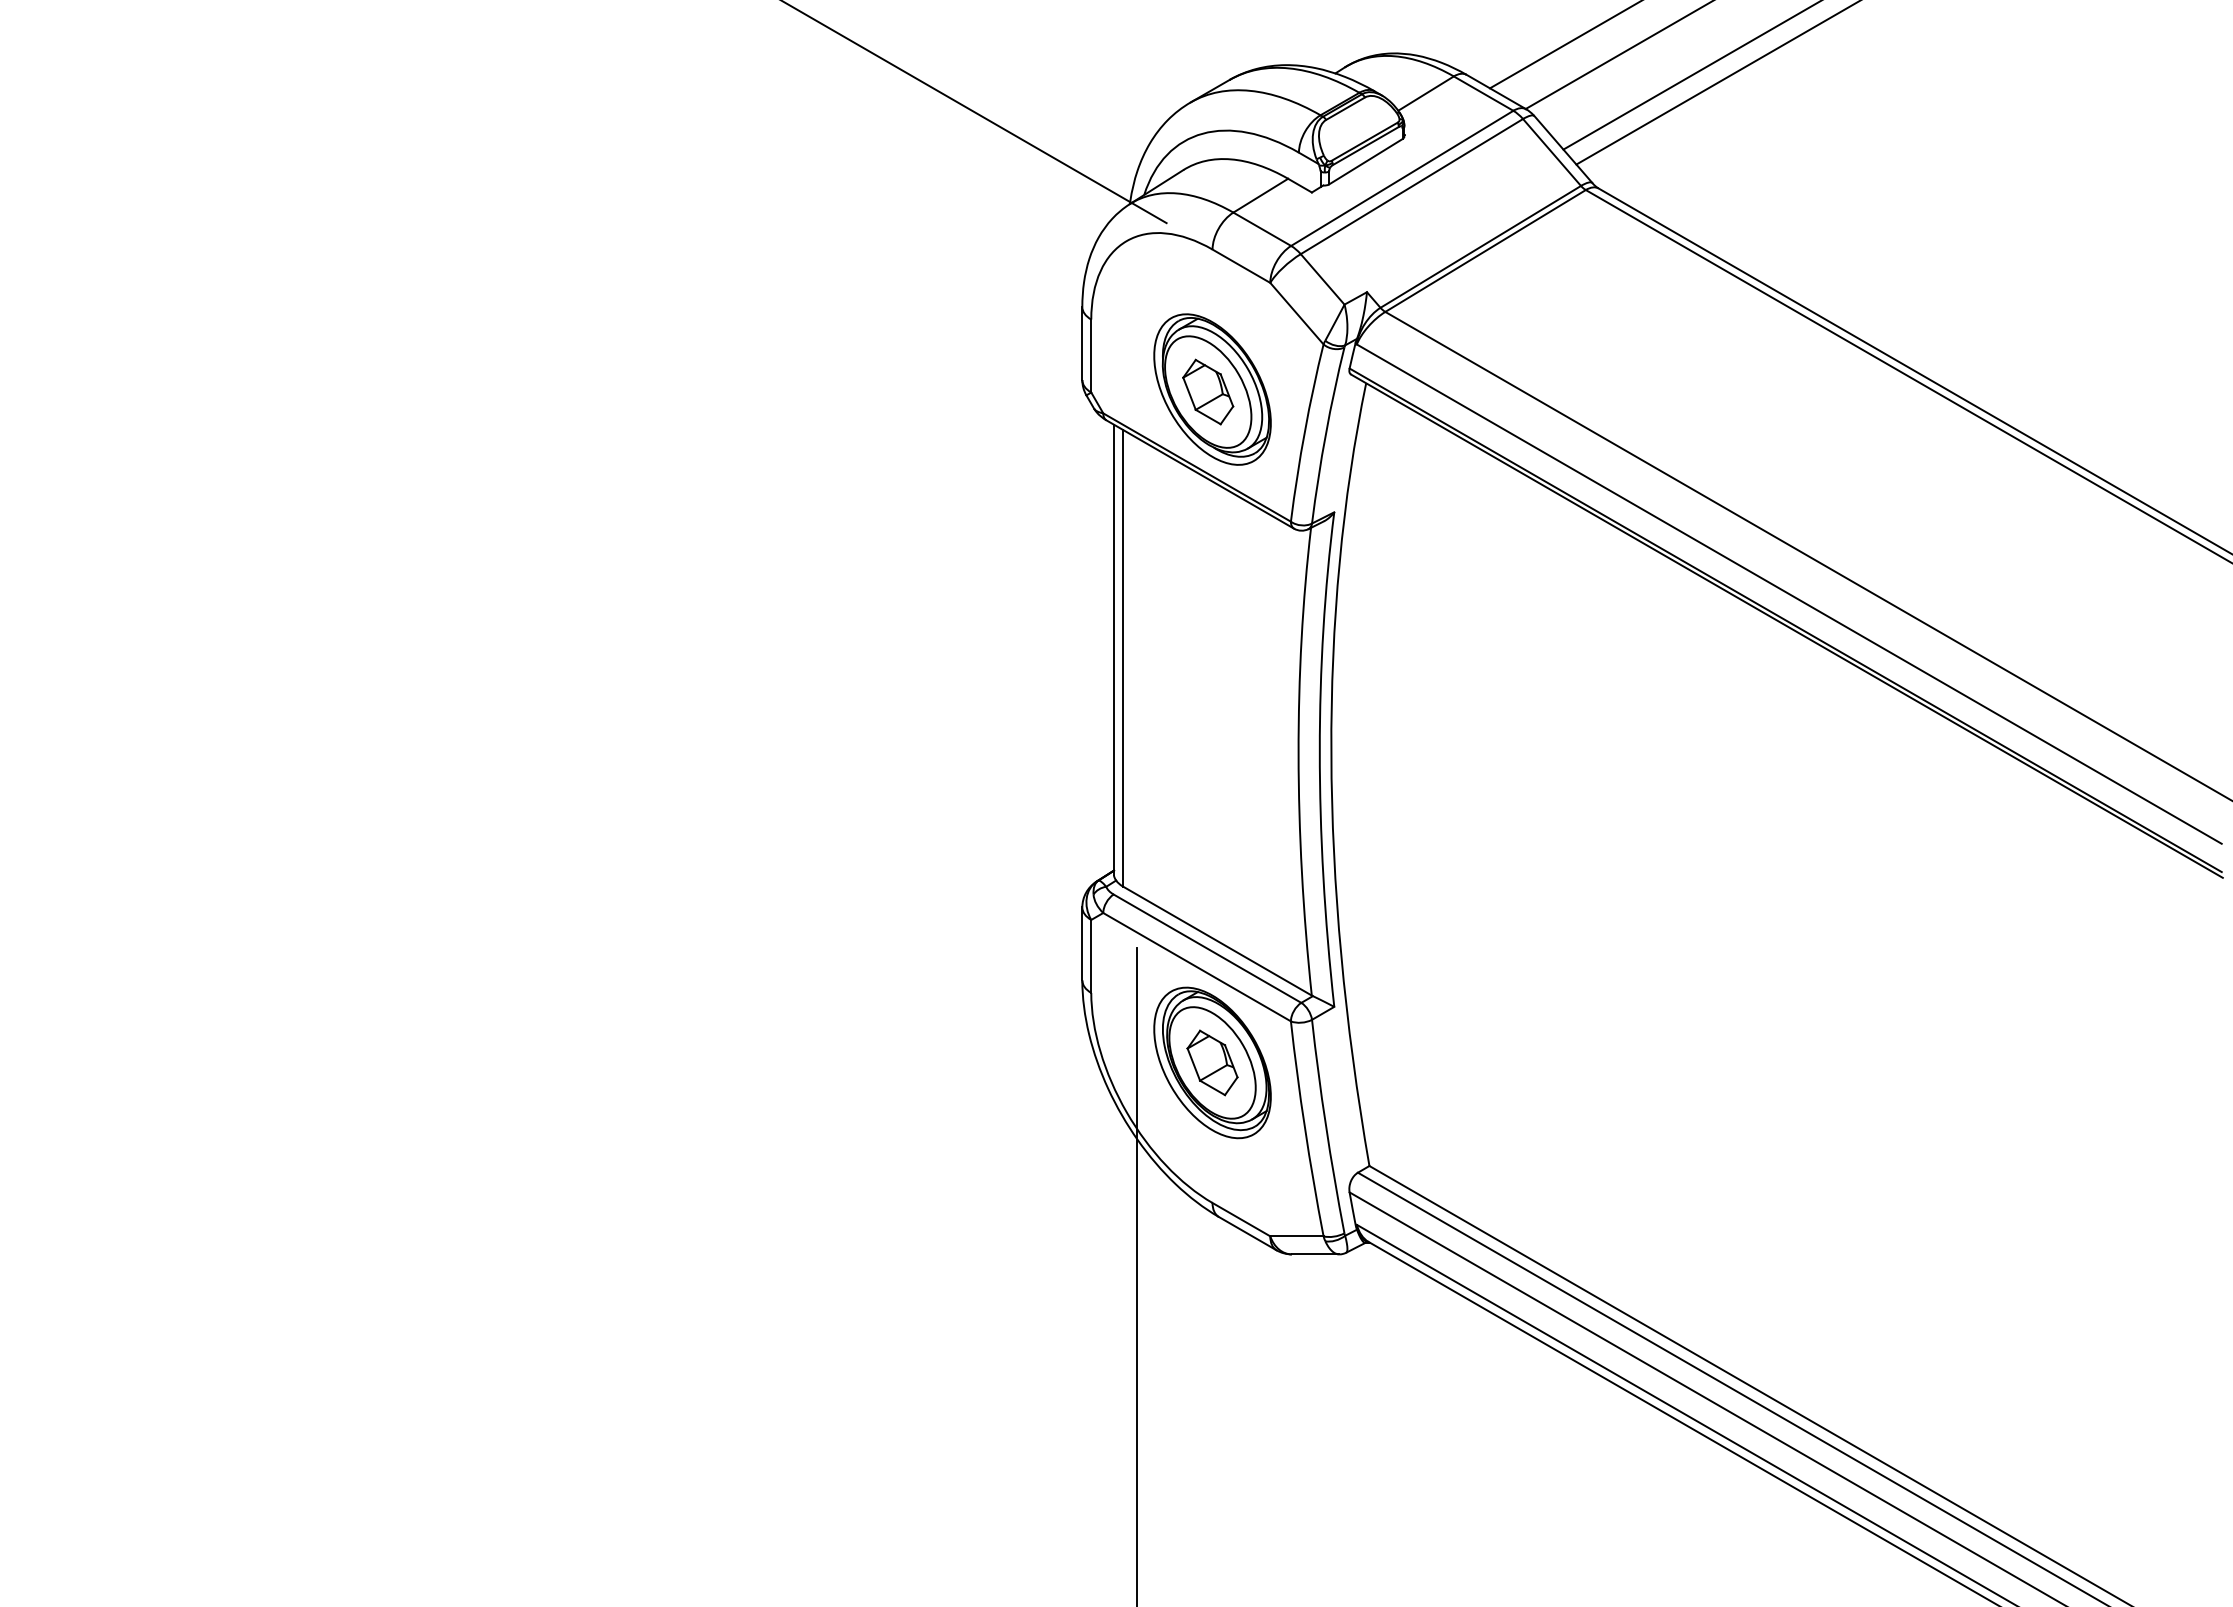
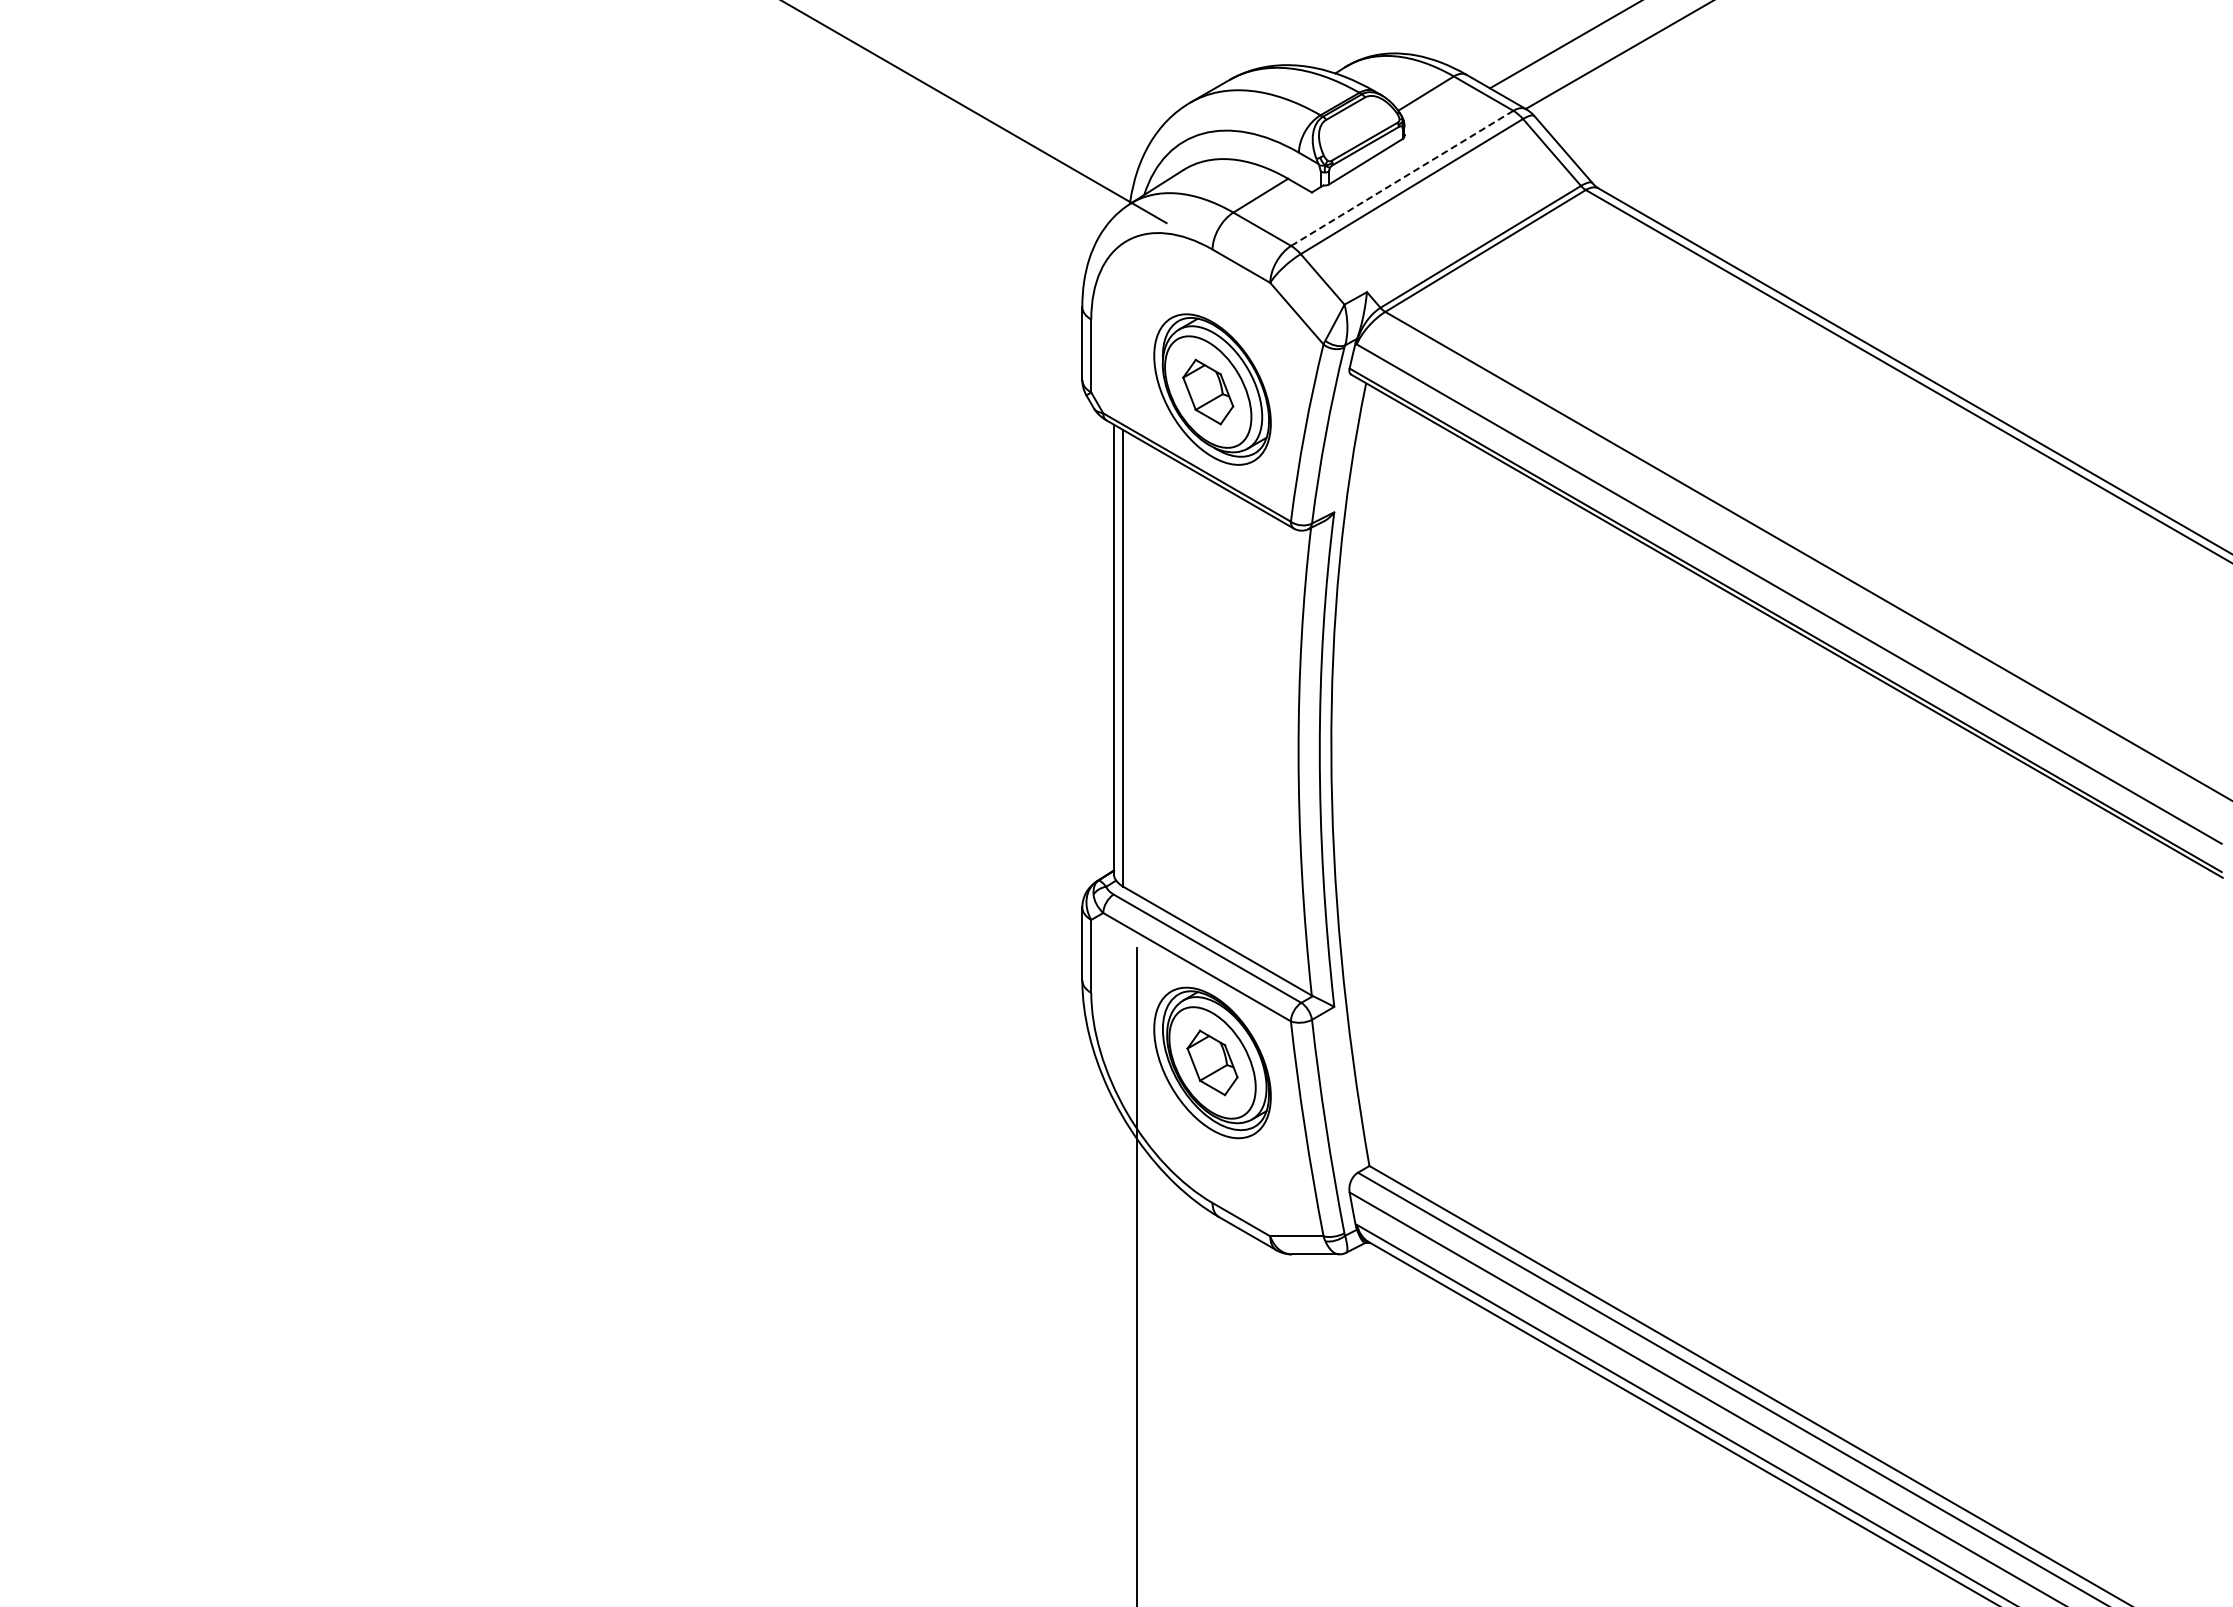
line at (1690, 75): present -> none
line at (1716, 83): present -> none
line at (1401, 178): solid -> dashed
